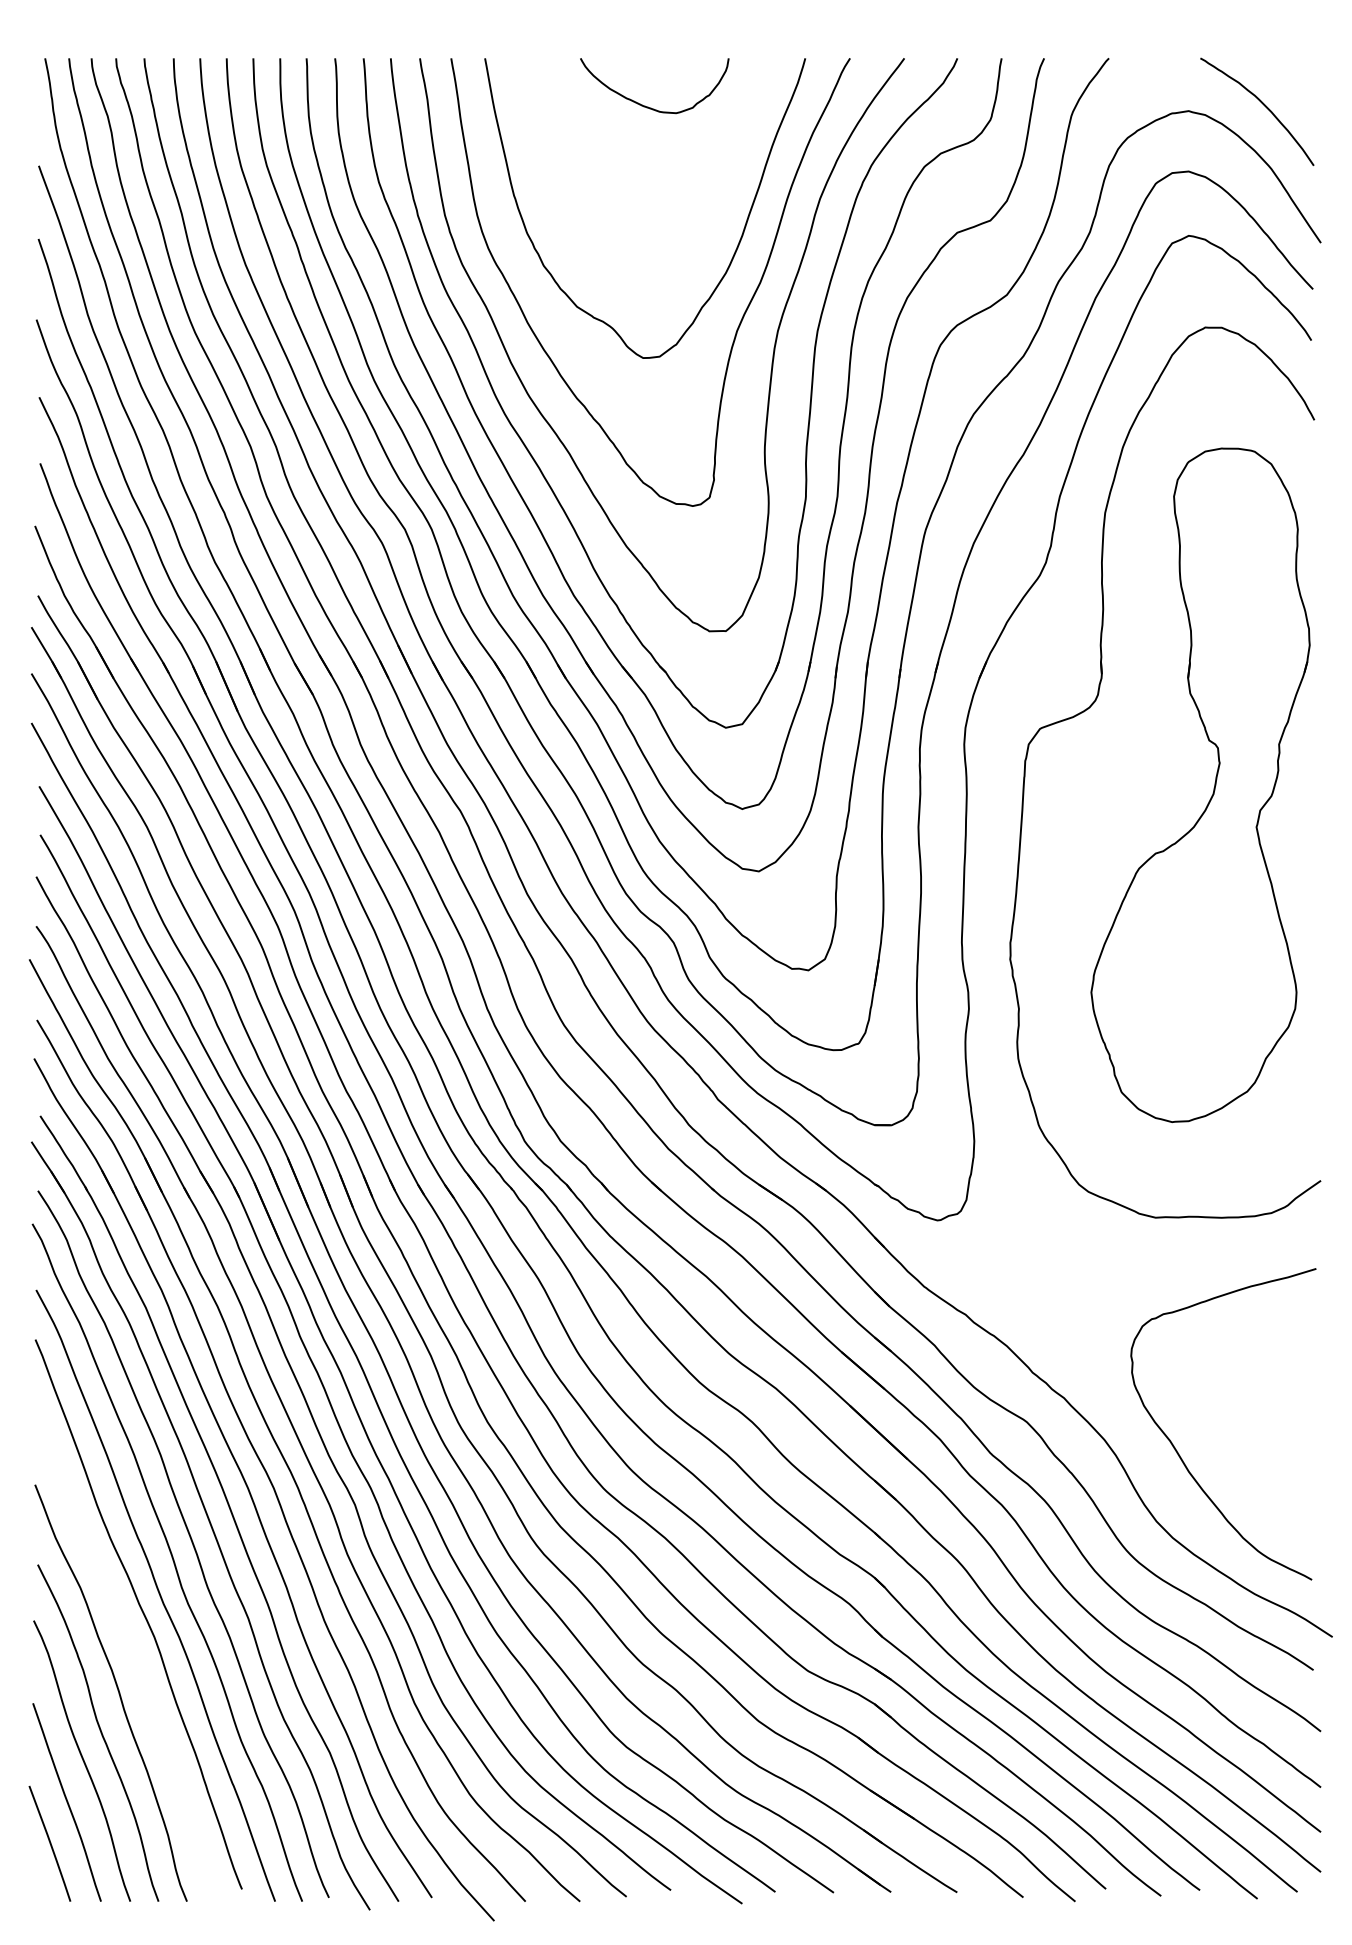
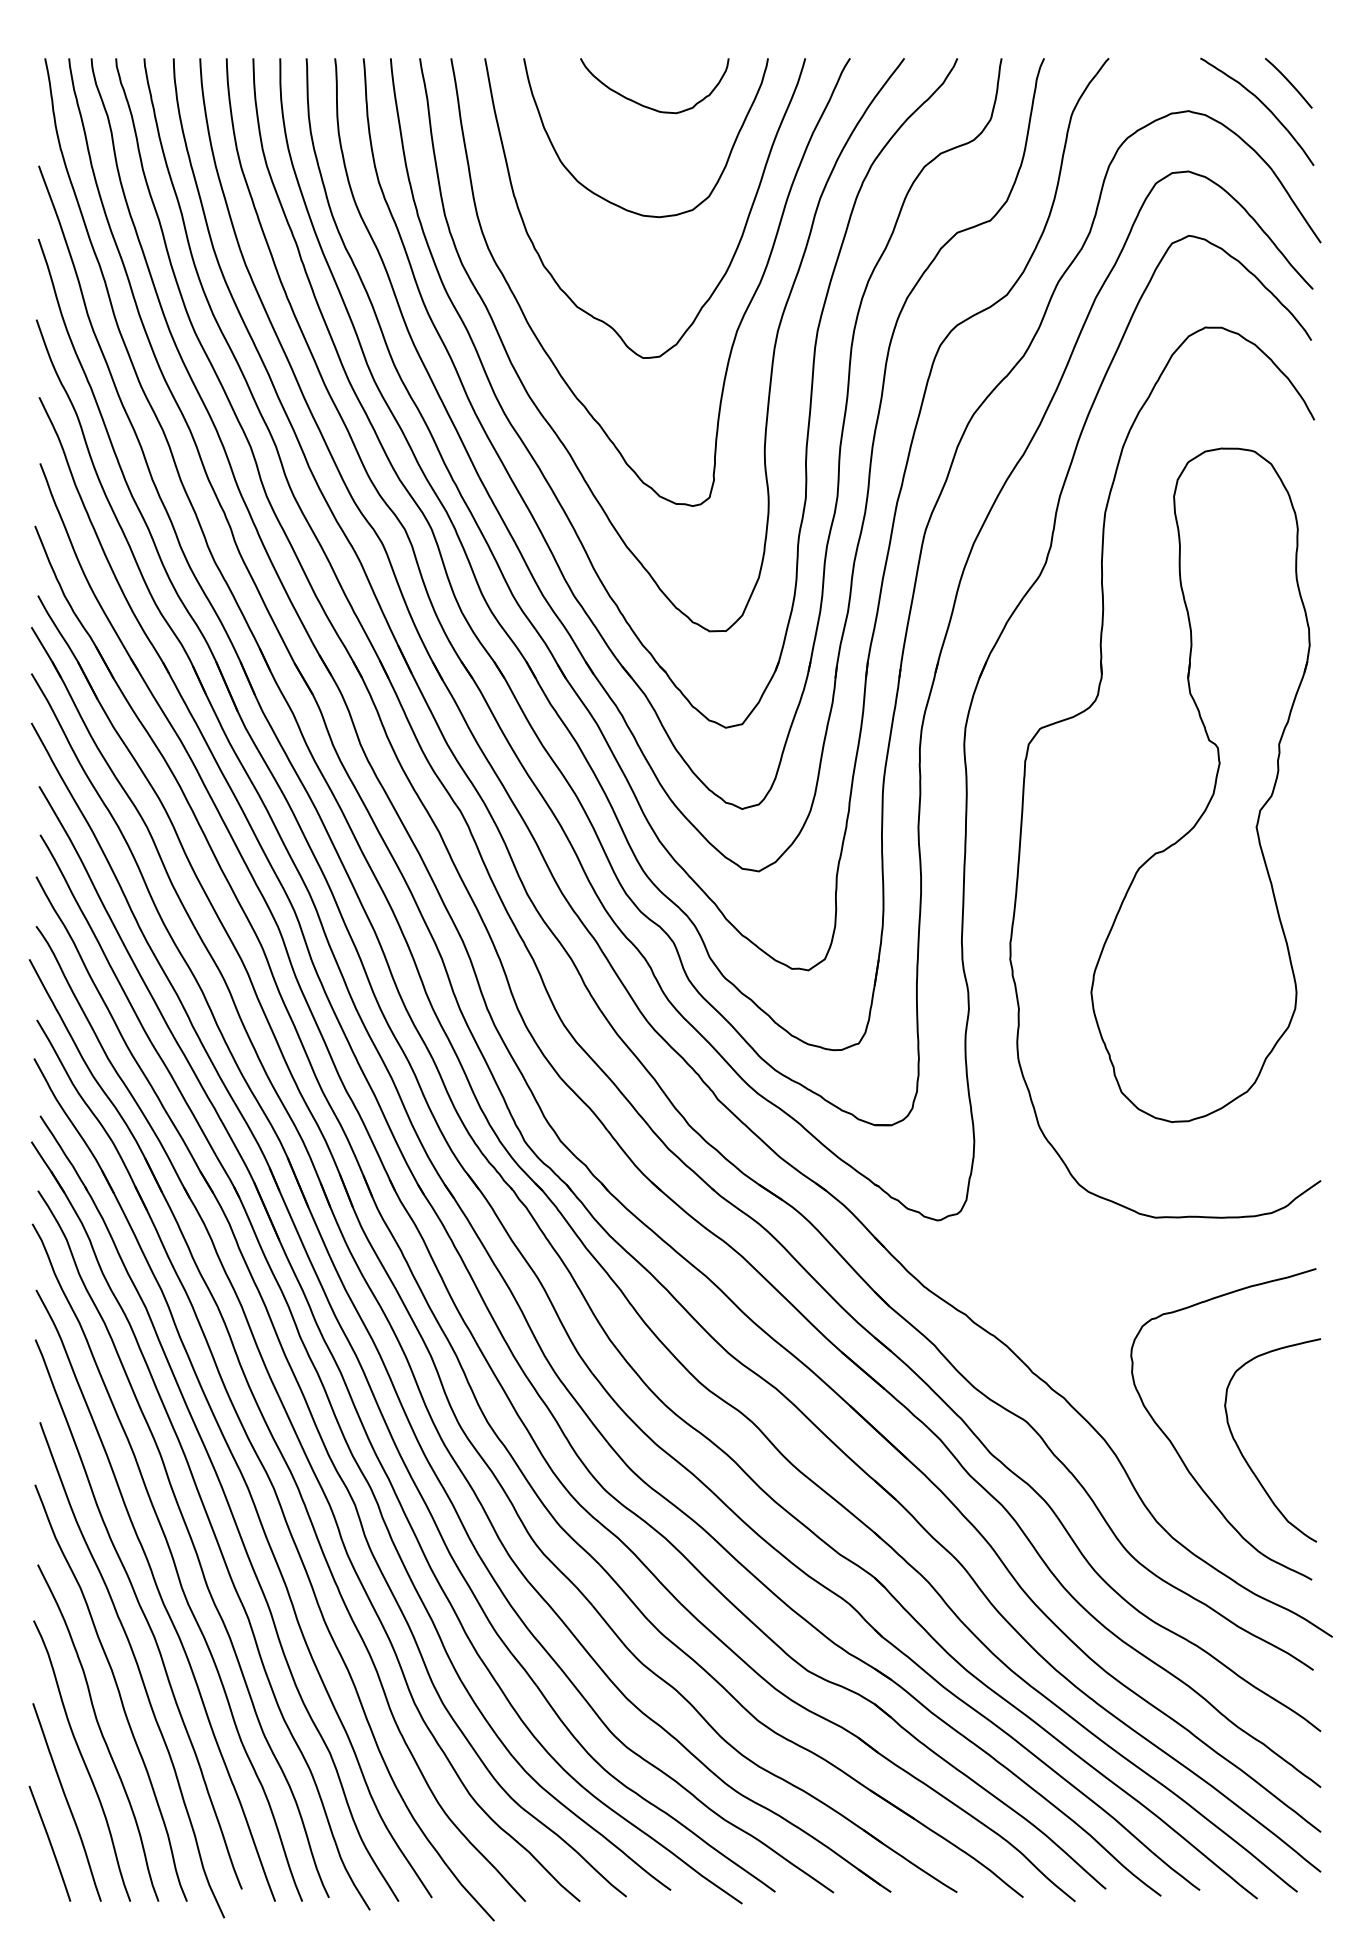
curve at (1288, 82): none -> present
curve at (613, 202): none -> present
curve at (1244, 1456): none -> present
curve at (137, 1668): none -> present
